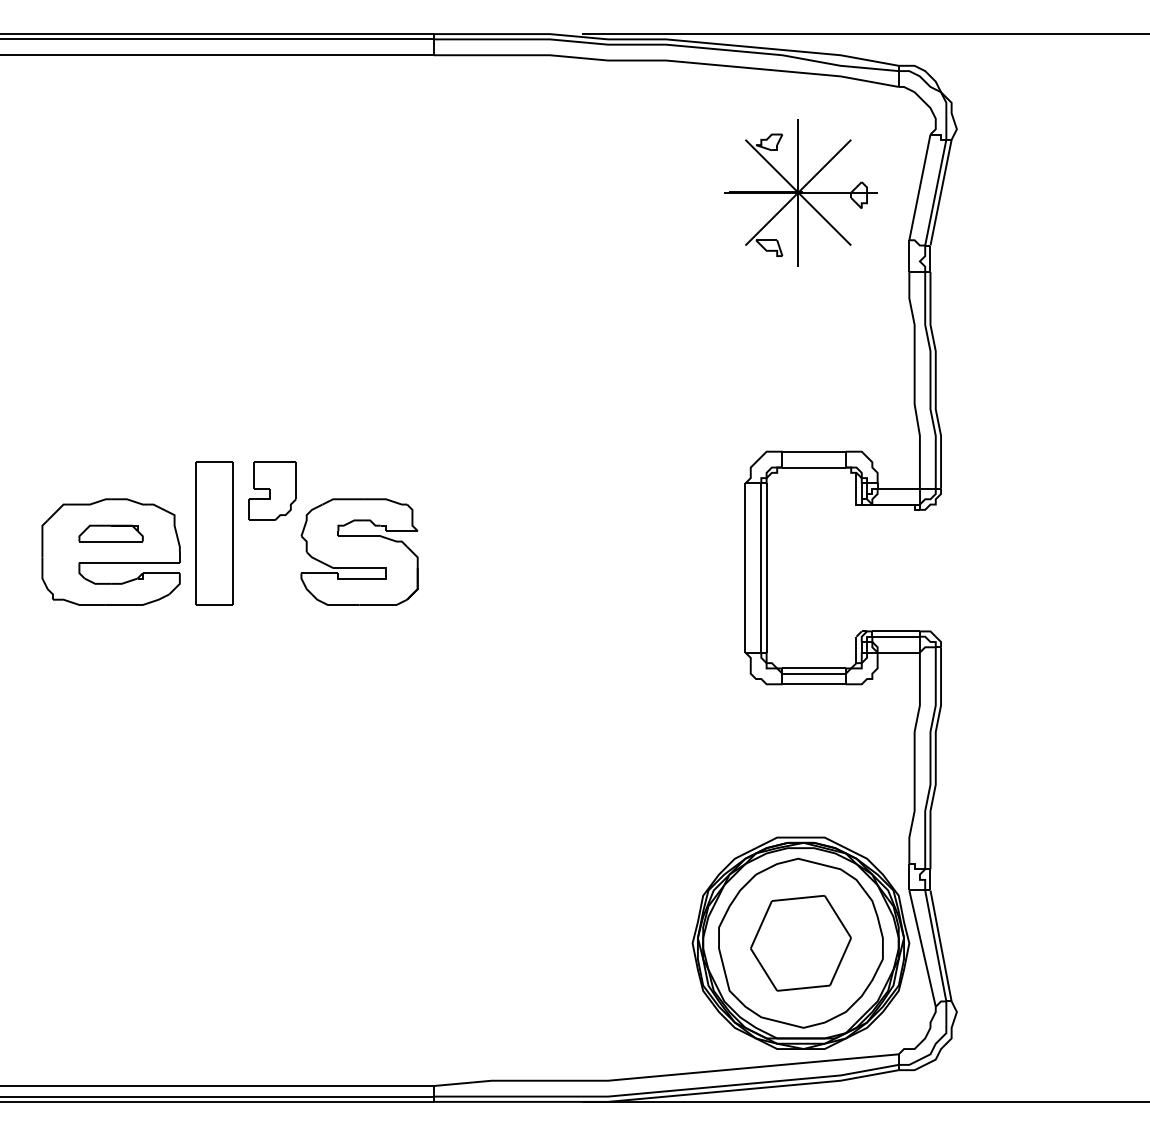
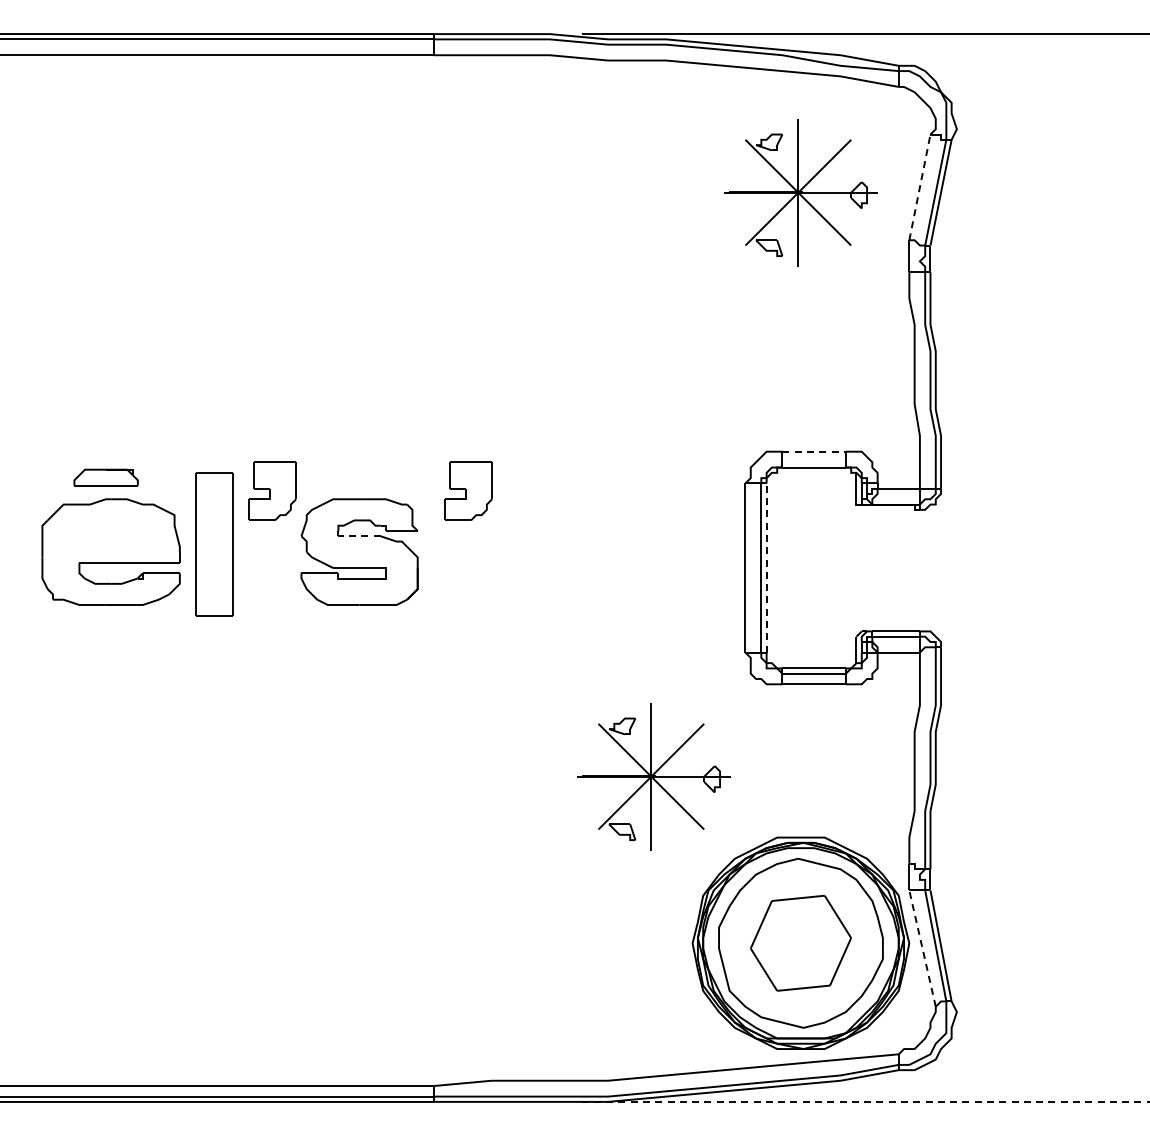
line at (919, 187): solid -> dashed
line at (814, 451): solid -> dashed
part at (468, 490): none -> present
part at (110, 533) position: (110, 533) -> (105, 477)
part at (214, 533) position: (214, 533) -> (214, 544)
line at (359, 536): solid -> dashed
line at (766, 568): solid -> dashed
part at (653, 776): none -> present
line at (922, 948): solid -> dashed
line at (865, 1101): solid -> dashed
